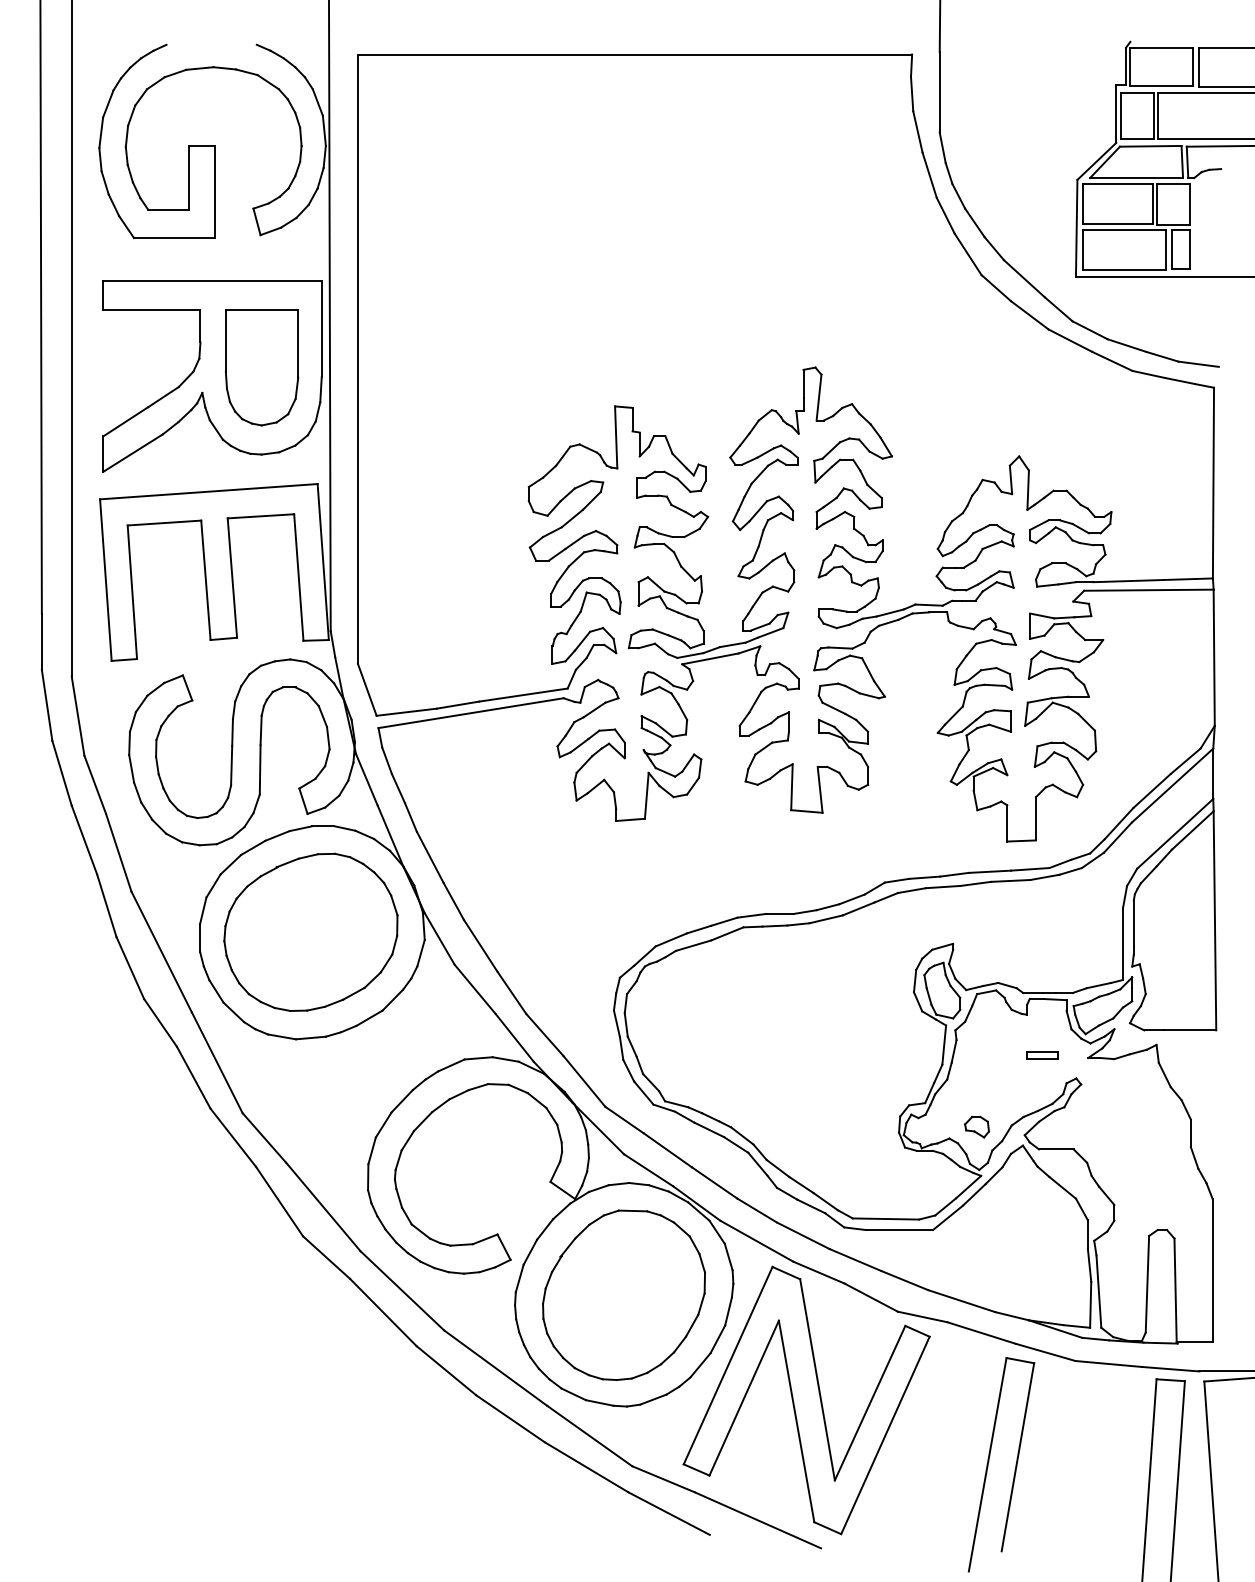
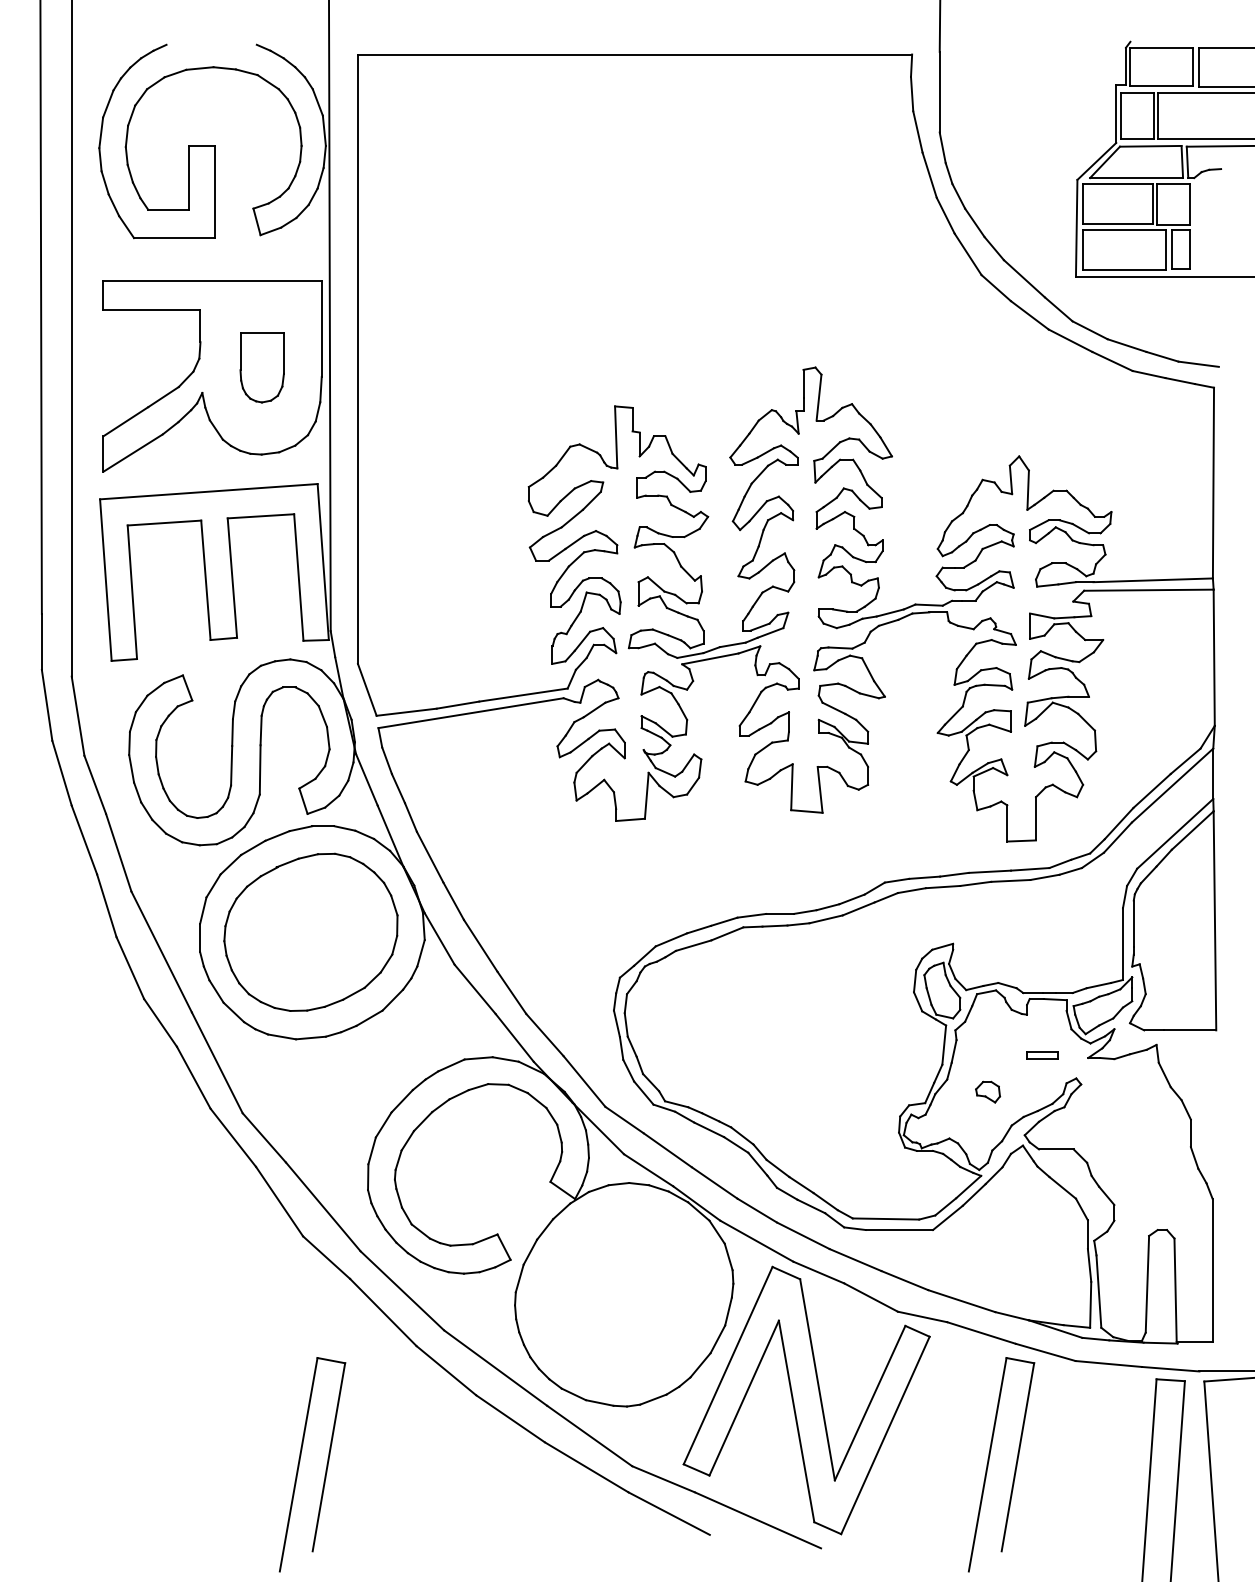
part at (262, 367) size: 75x118 px -> 46x72 px
part at (977, 1126) position: (977, 1126) -> (988, 1091)
part at (623, 1294): present -> none
part at (300, 1461): none -> present
